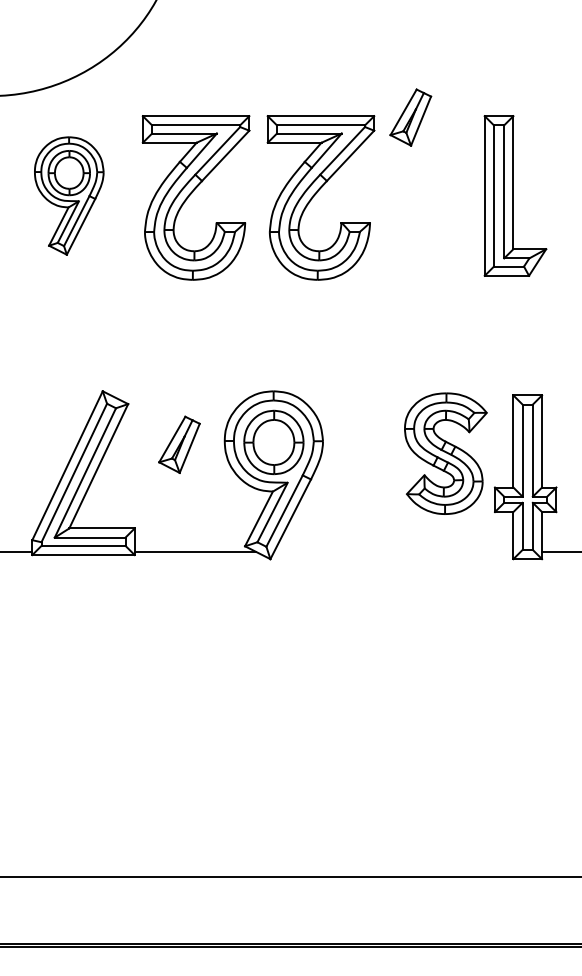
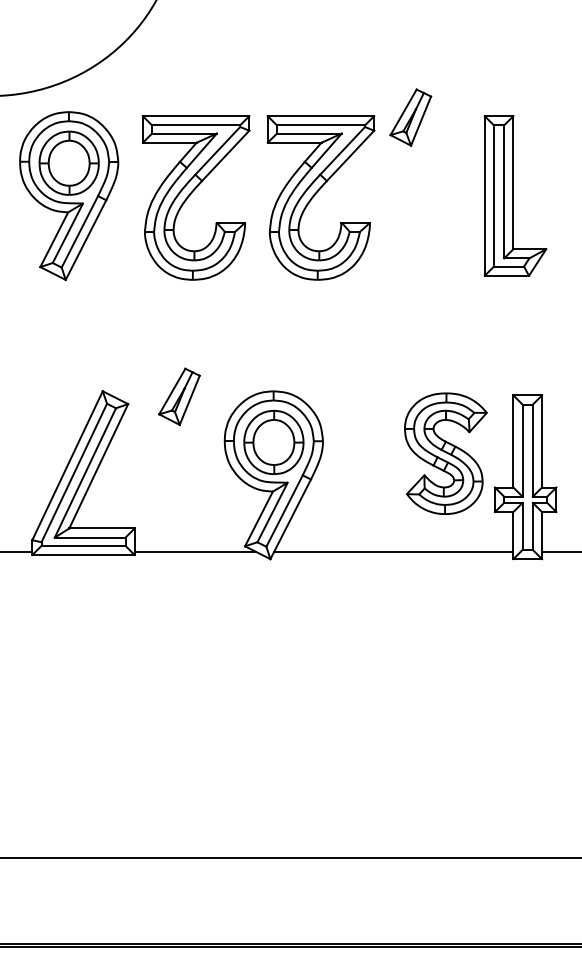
part at (69, 195) size: 71x120 px -> 101x170 px
part at (179, 444) position: (179, 444) -> (179, 396)
line at (393, 551): none -> present
line at (290, 877) position: (290, 877) -> (290, 858)
